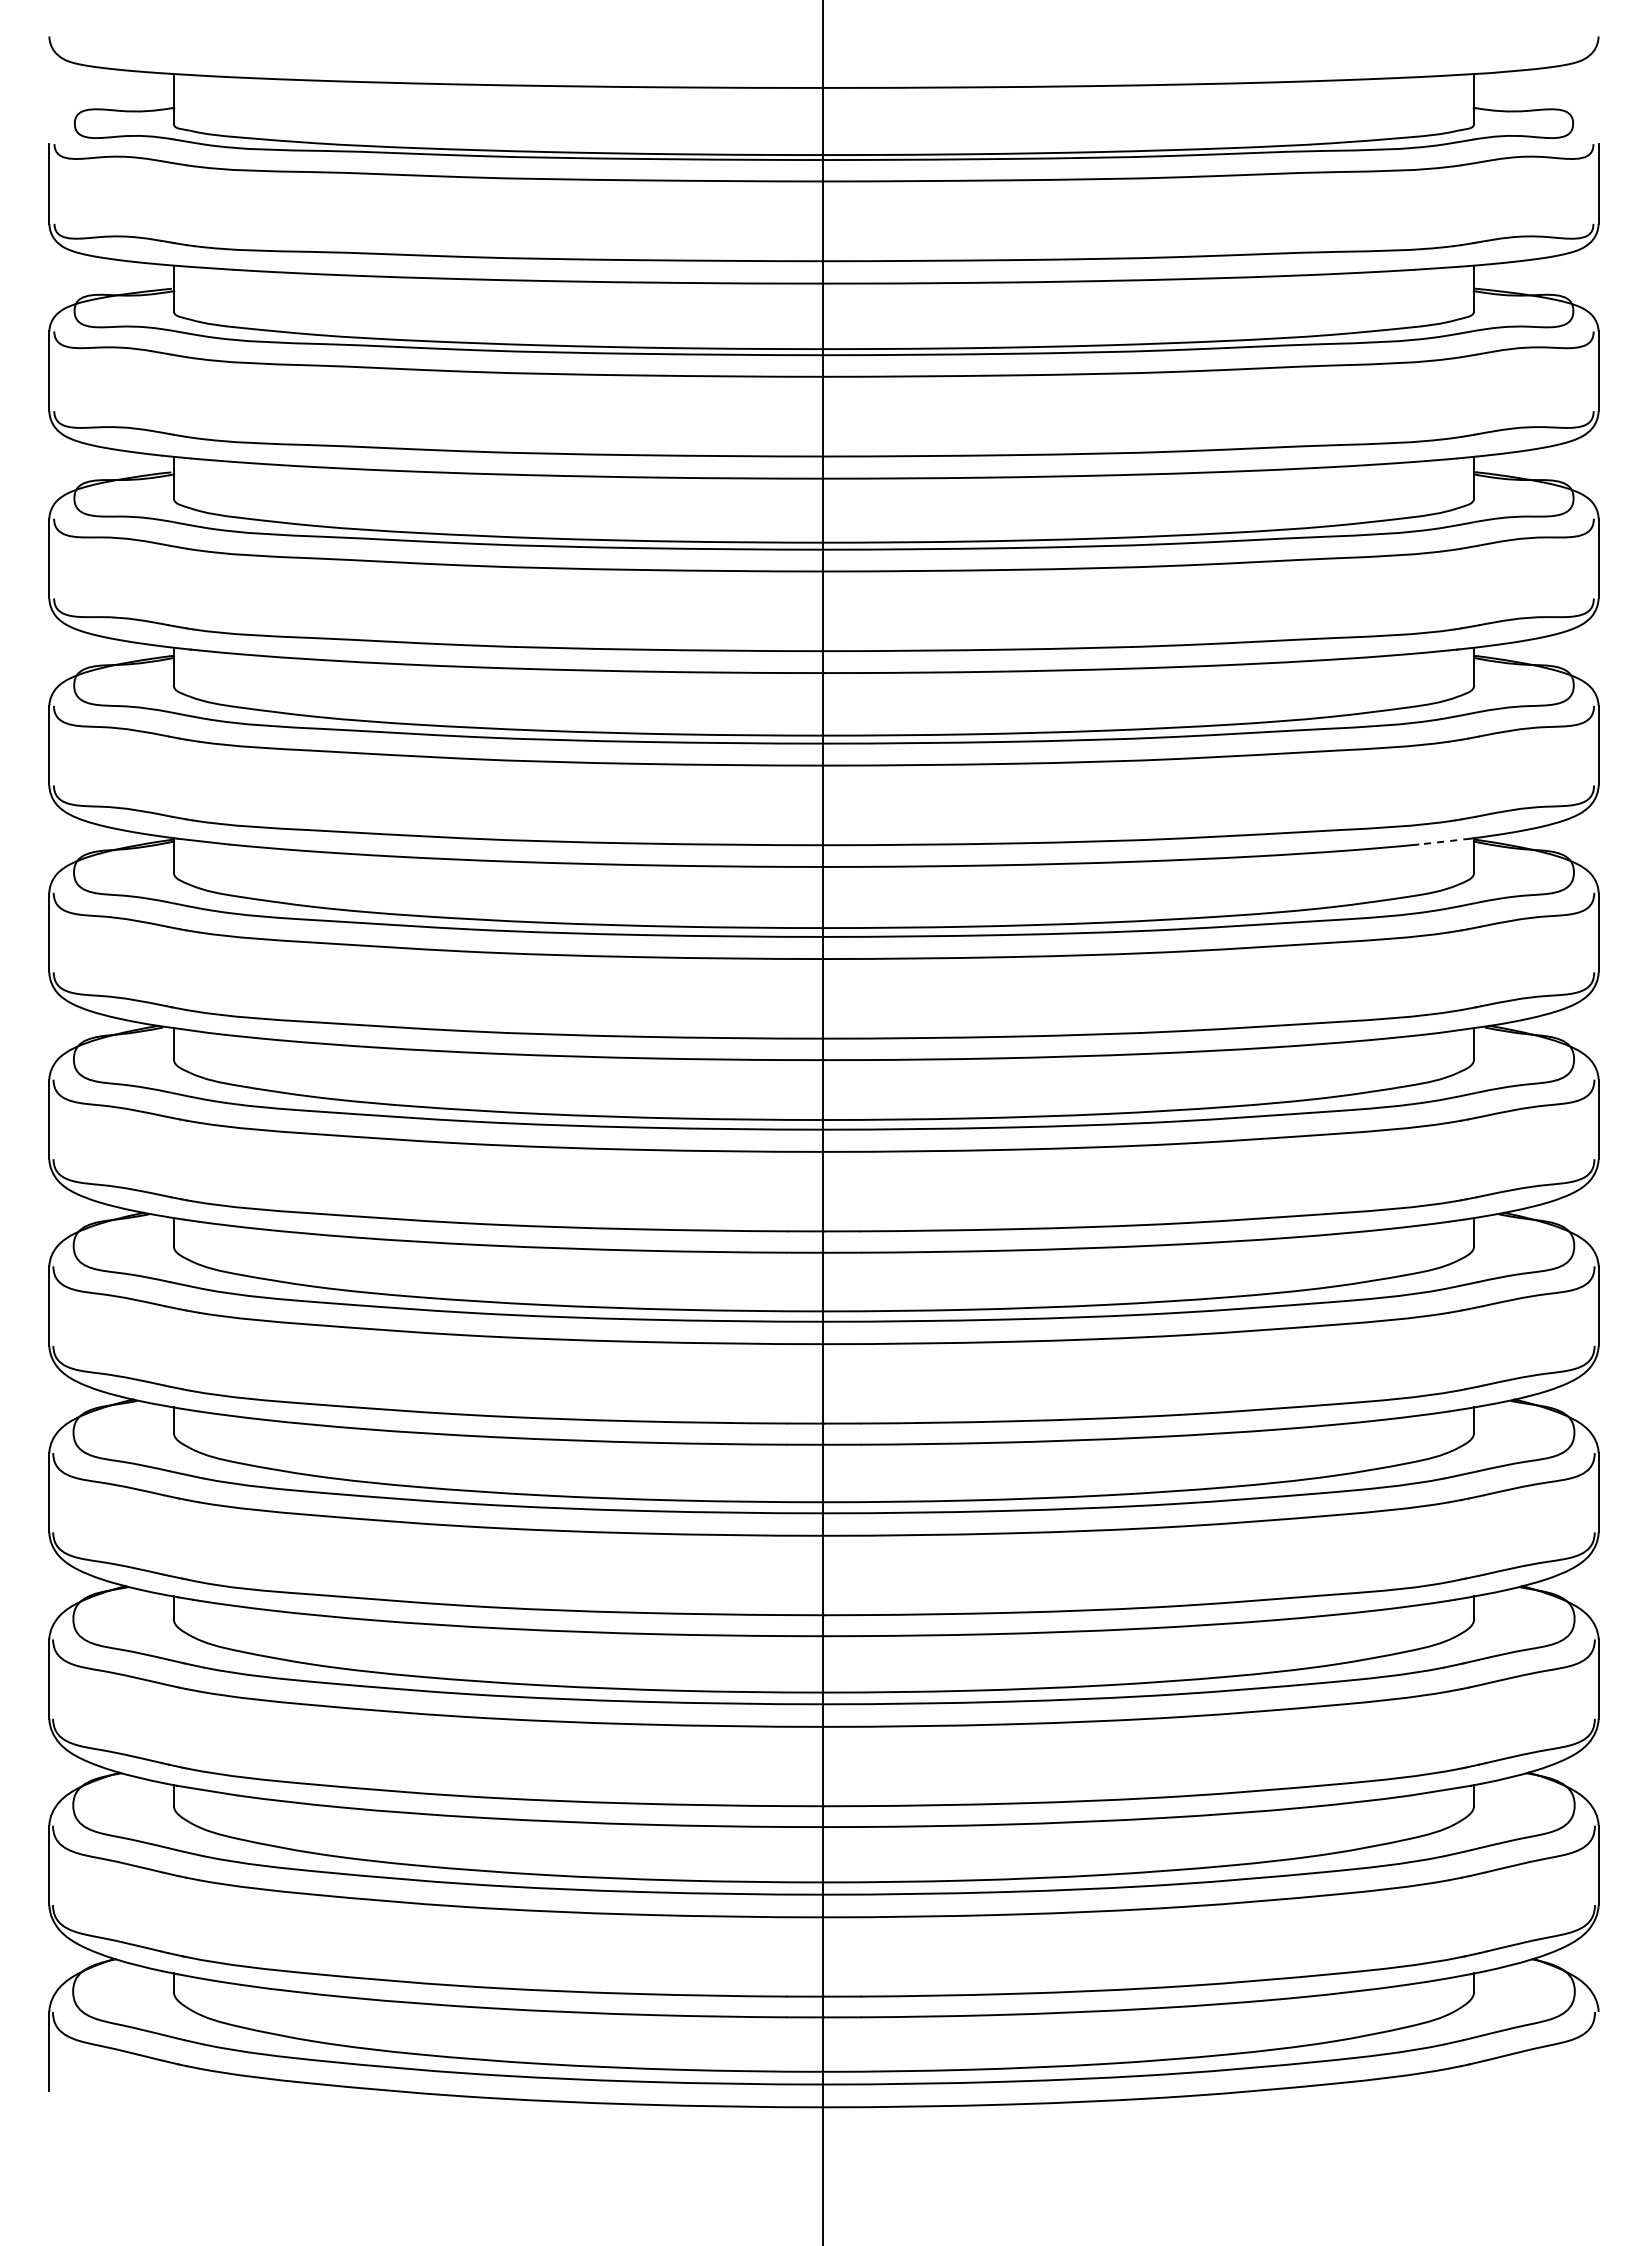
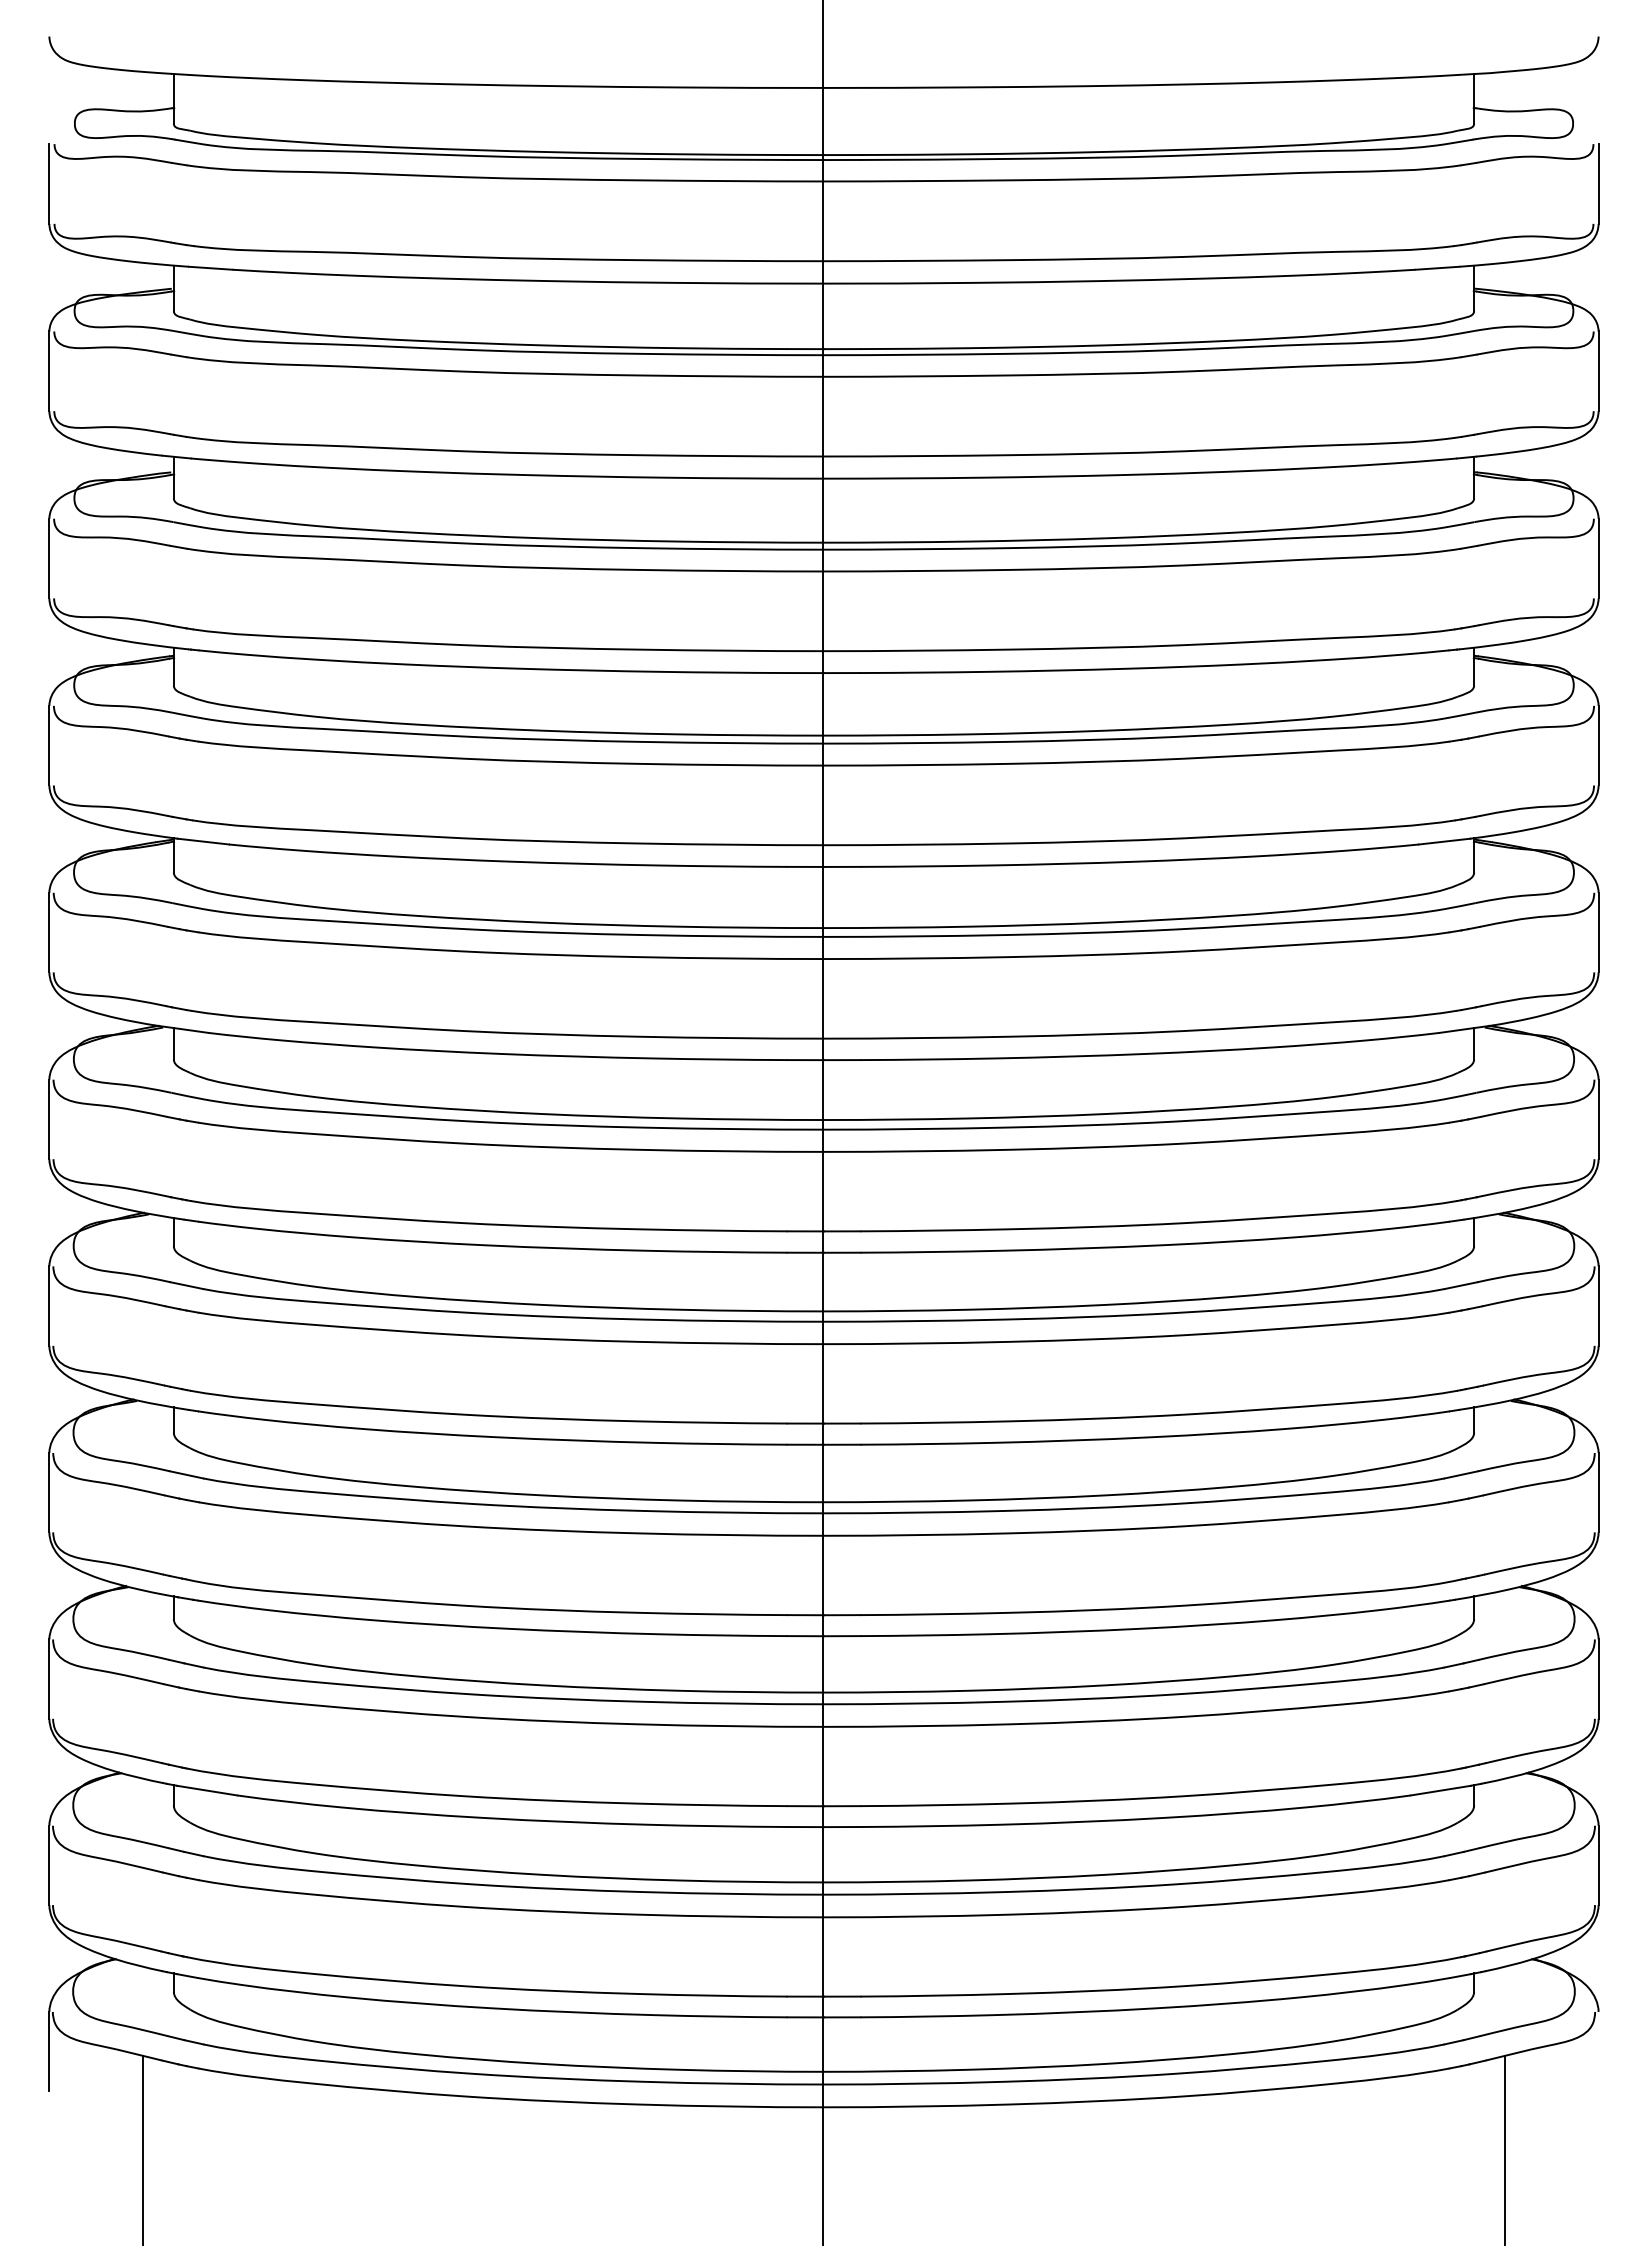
line at (1444, 841): dashed -> solid
line at (142, 2148): none -> present
line at (1505, 2148): none -> present
